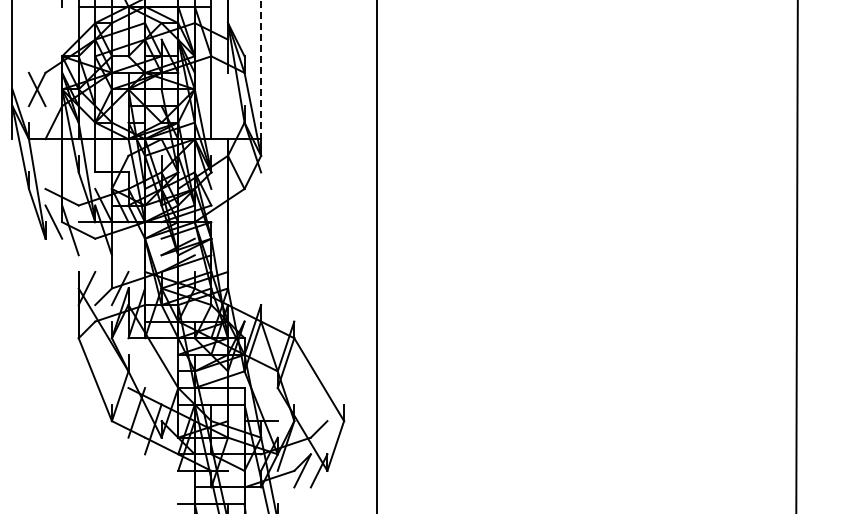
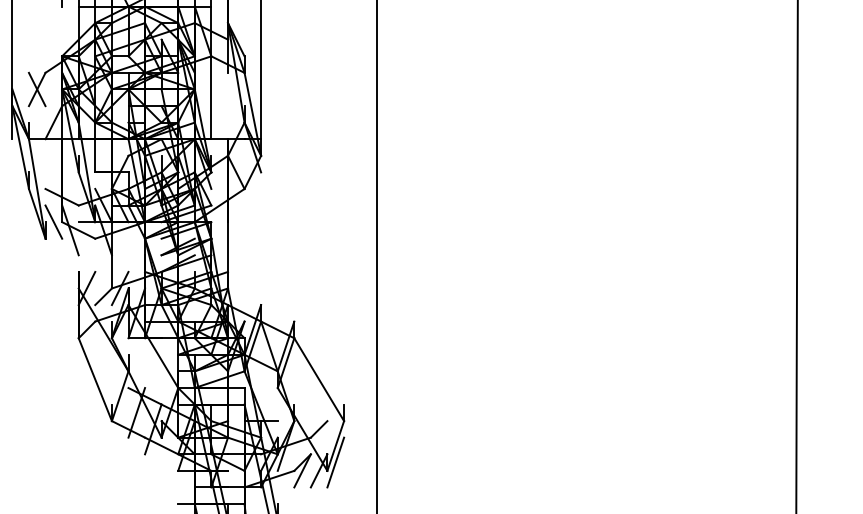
line at (261, 70): dashed -> solid
line at (335, 462): none -> present
